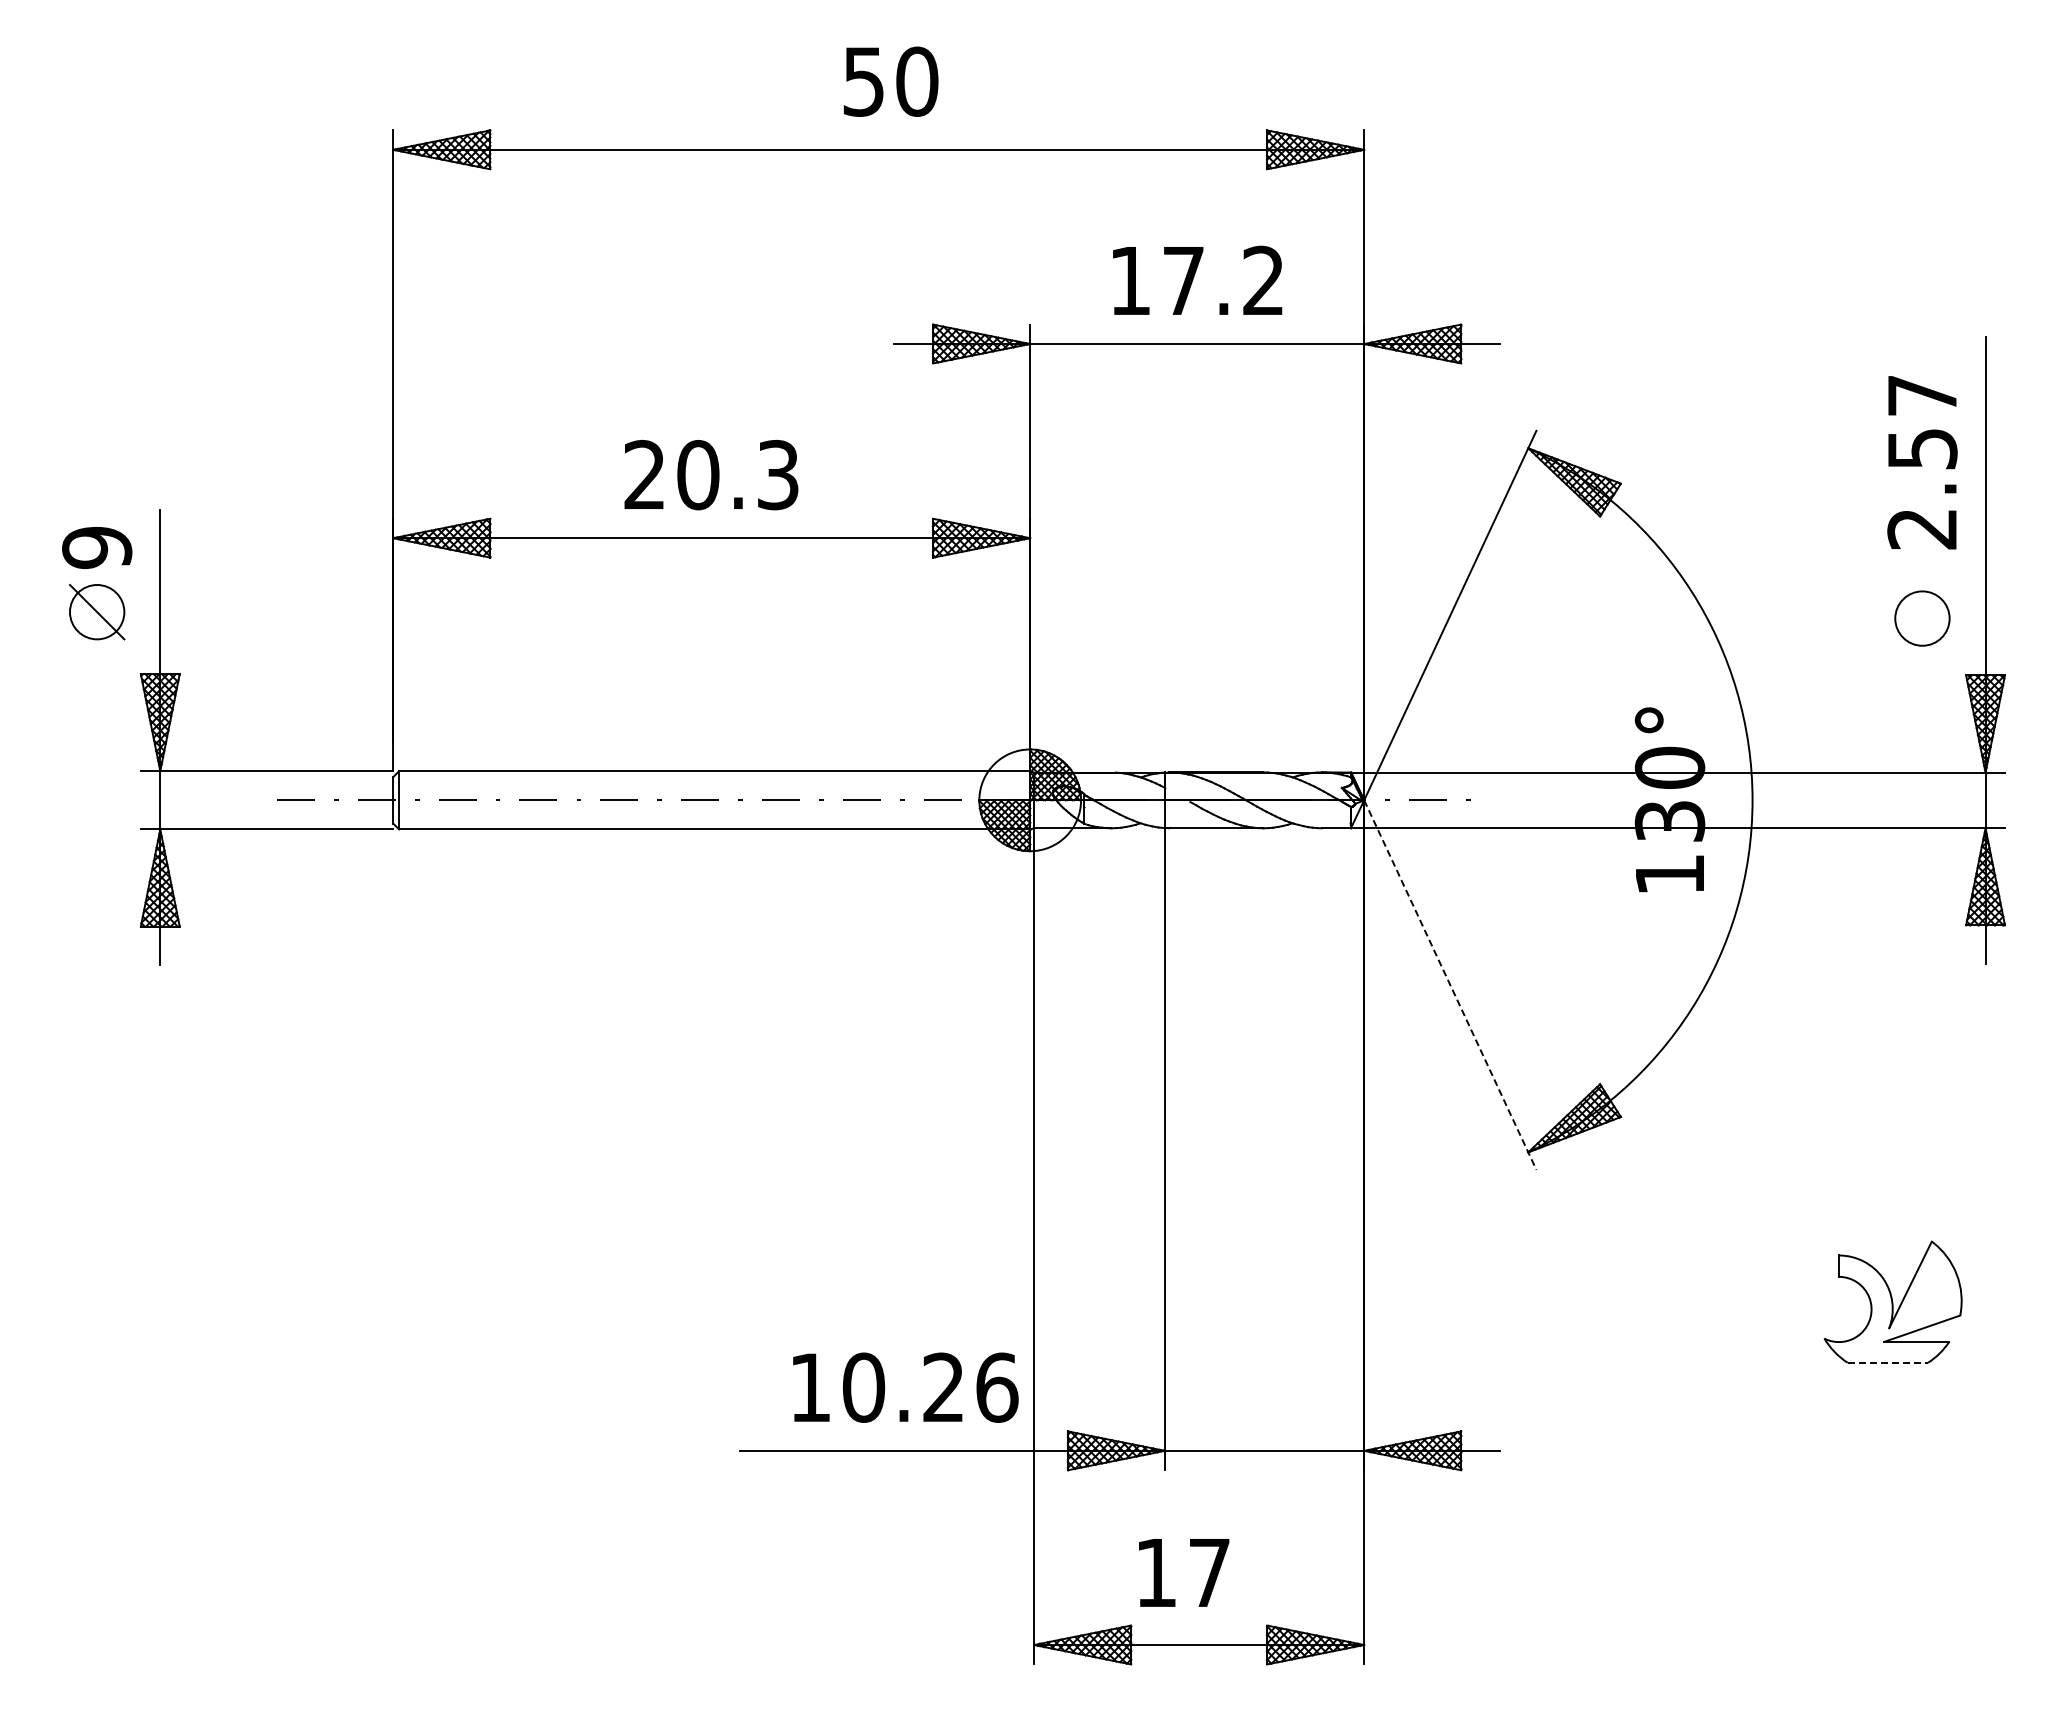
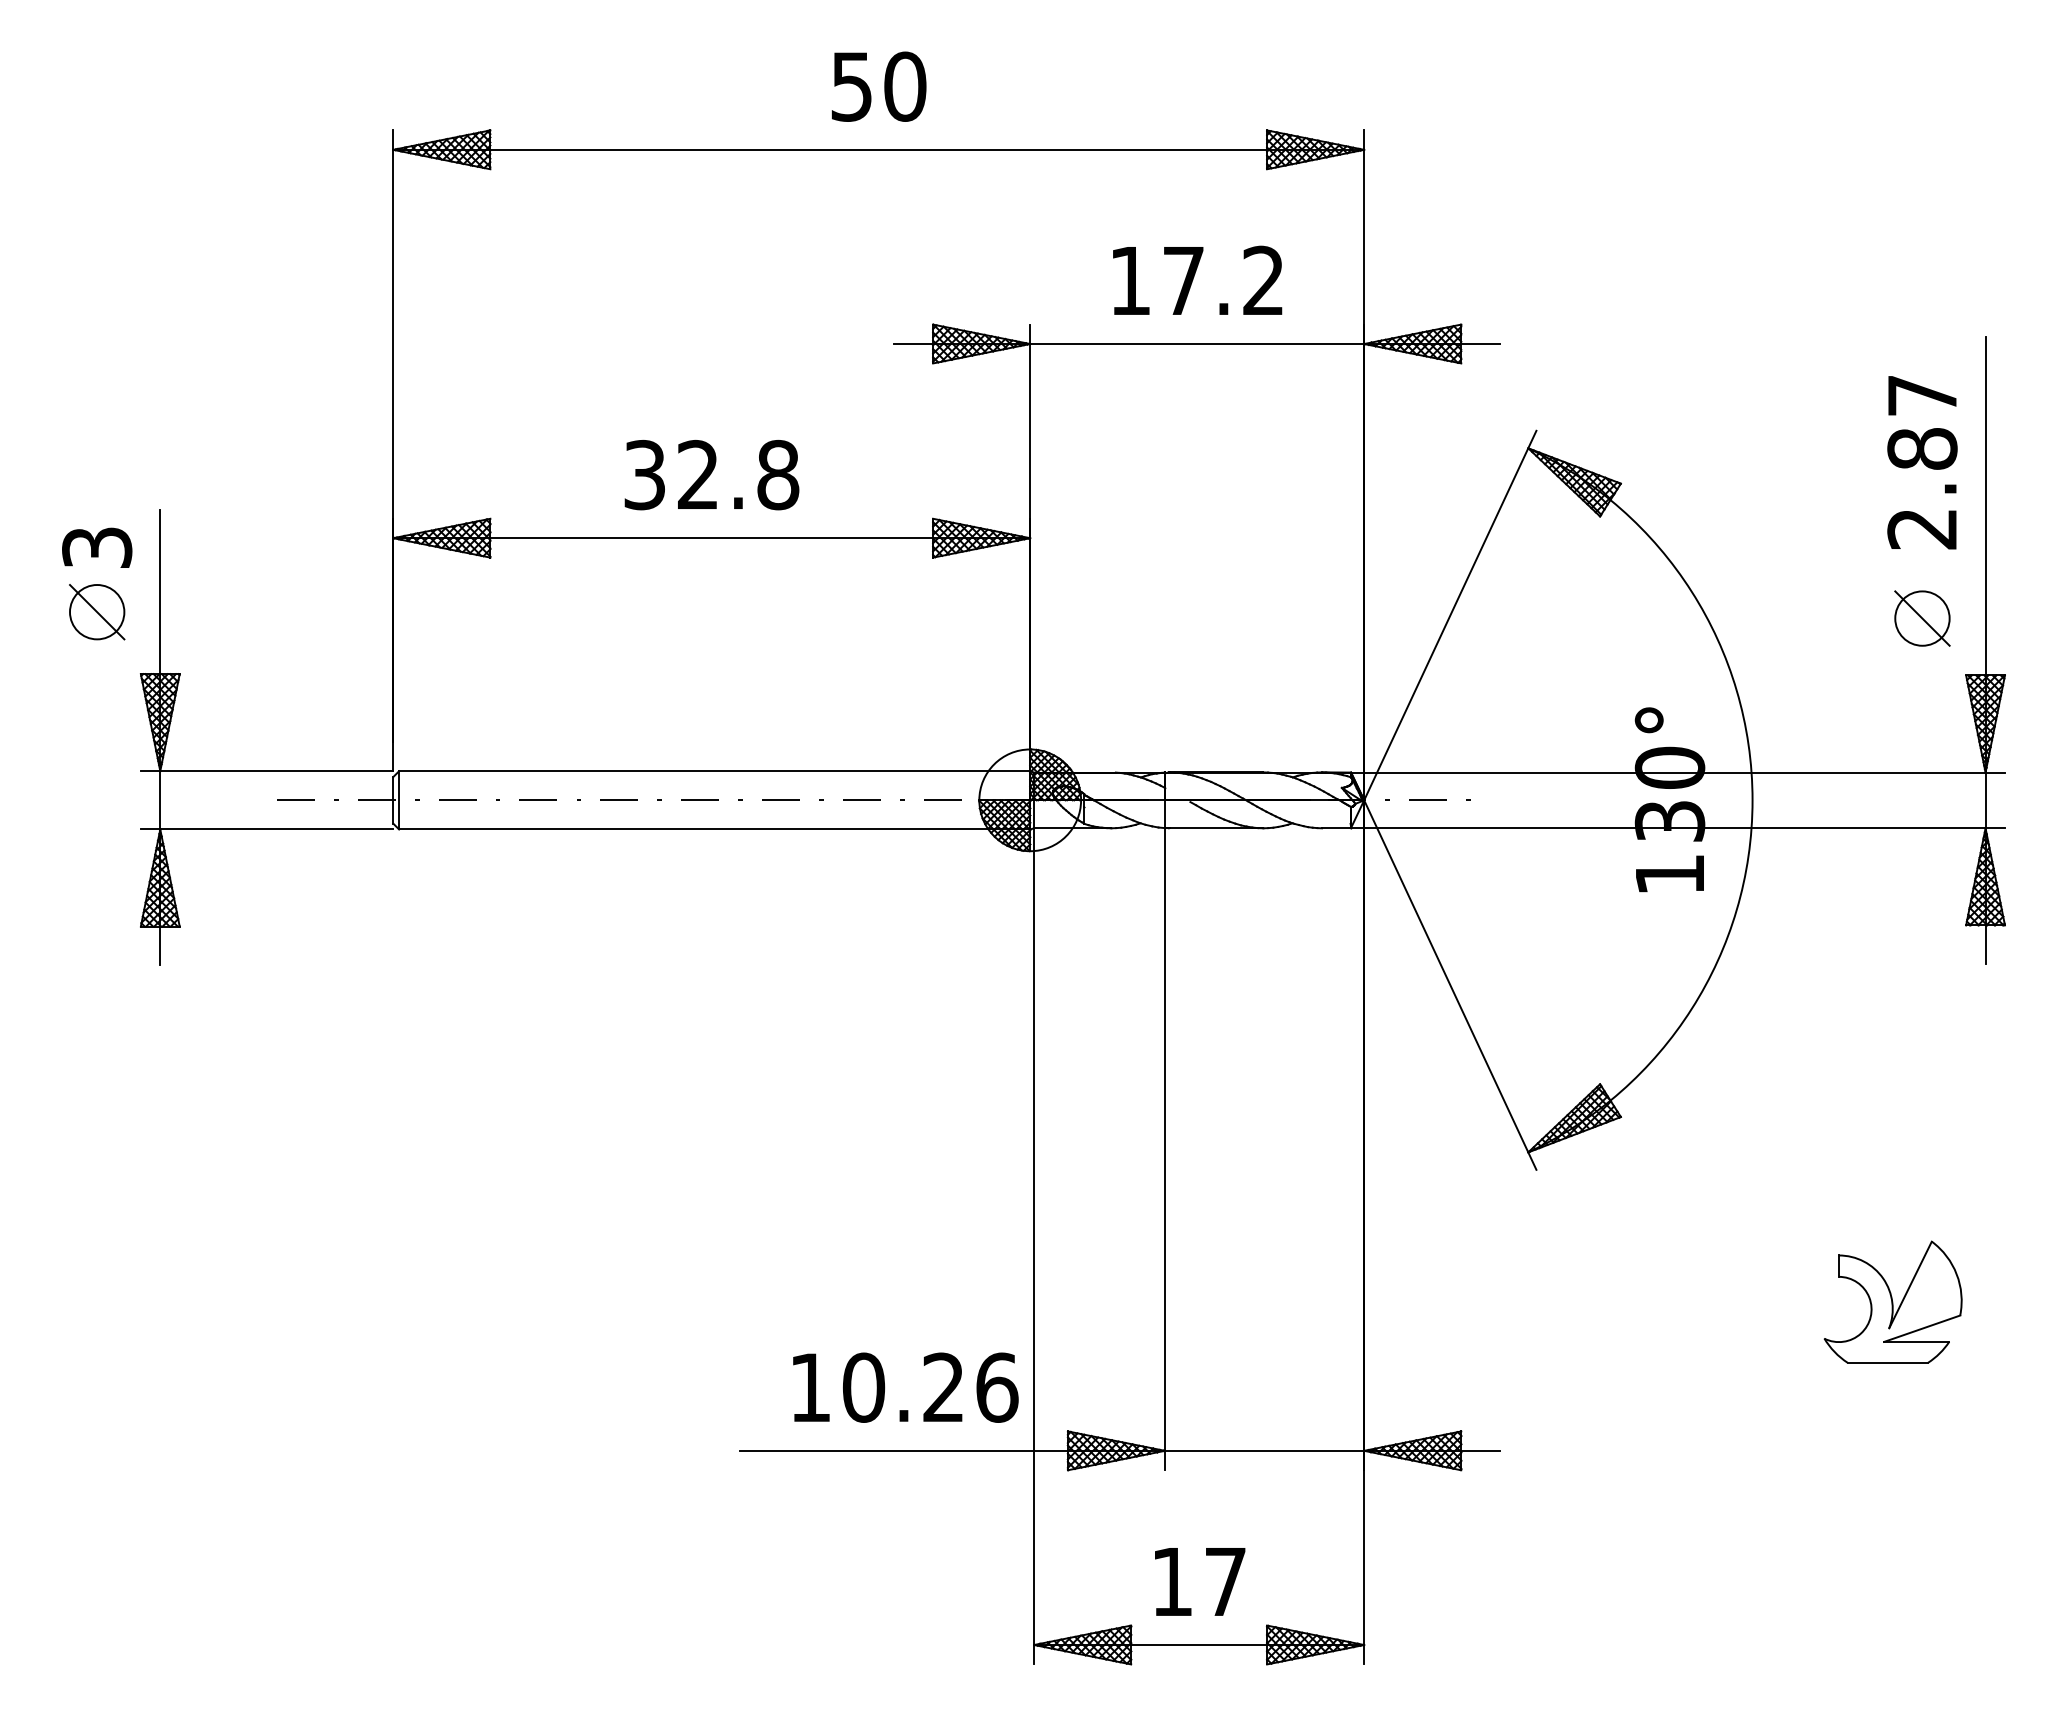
text at (890, 81) position: (890, 81) -> (878, 86)
text at (1922, 448): 2.57 -> 2.87
text at (711, 474): 20.3 -> 32.8
text at (97, 548): 9 -> 3
line at (1922, 618): none -> present
line at (1450, 985): dashed -> solid
line at (1888, 1362): dashed -> solid
text at (1184, 1572) position: (1184, 1572) -> (1200, 1581)
